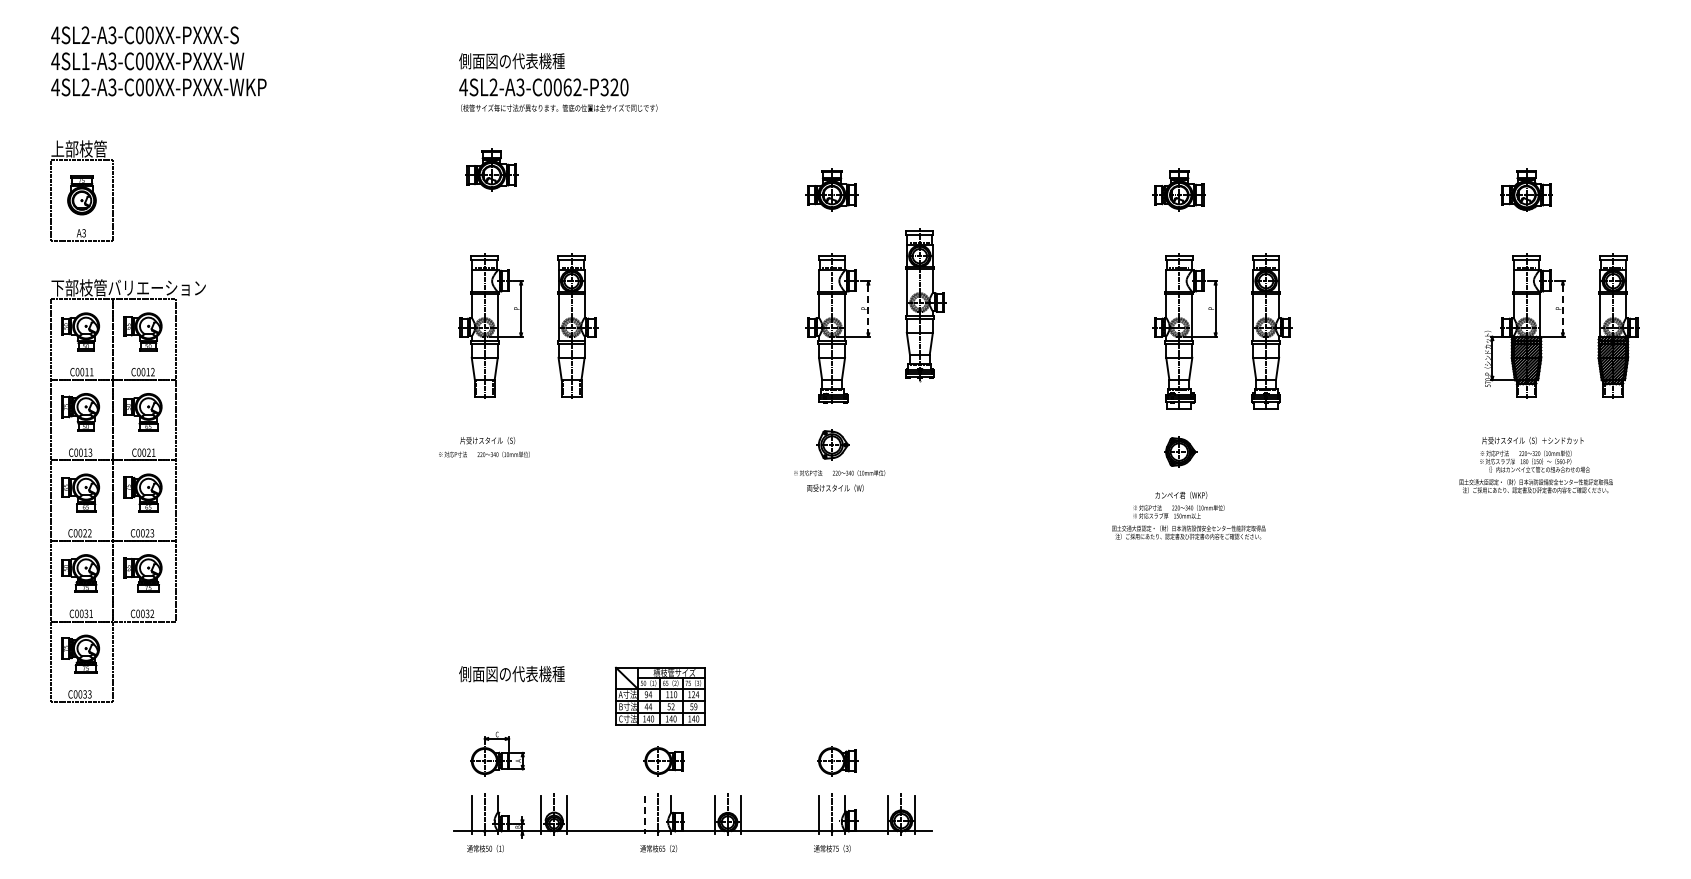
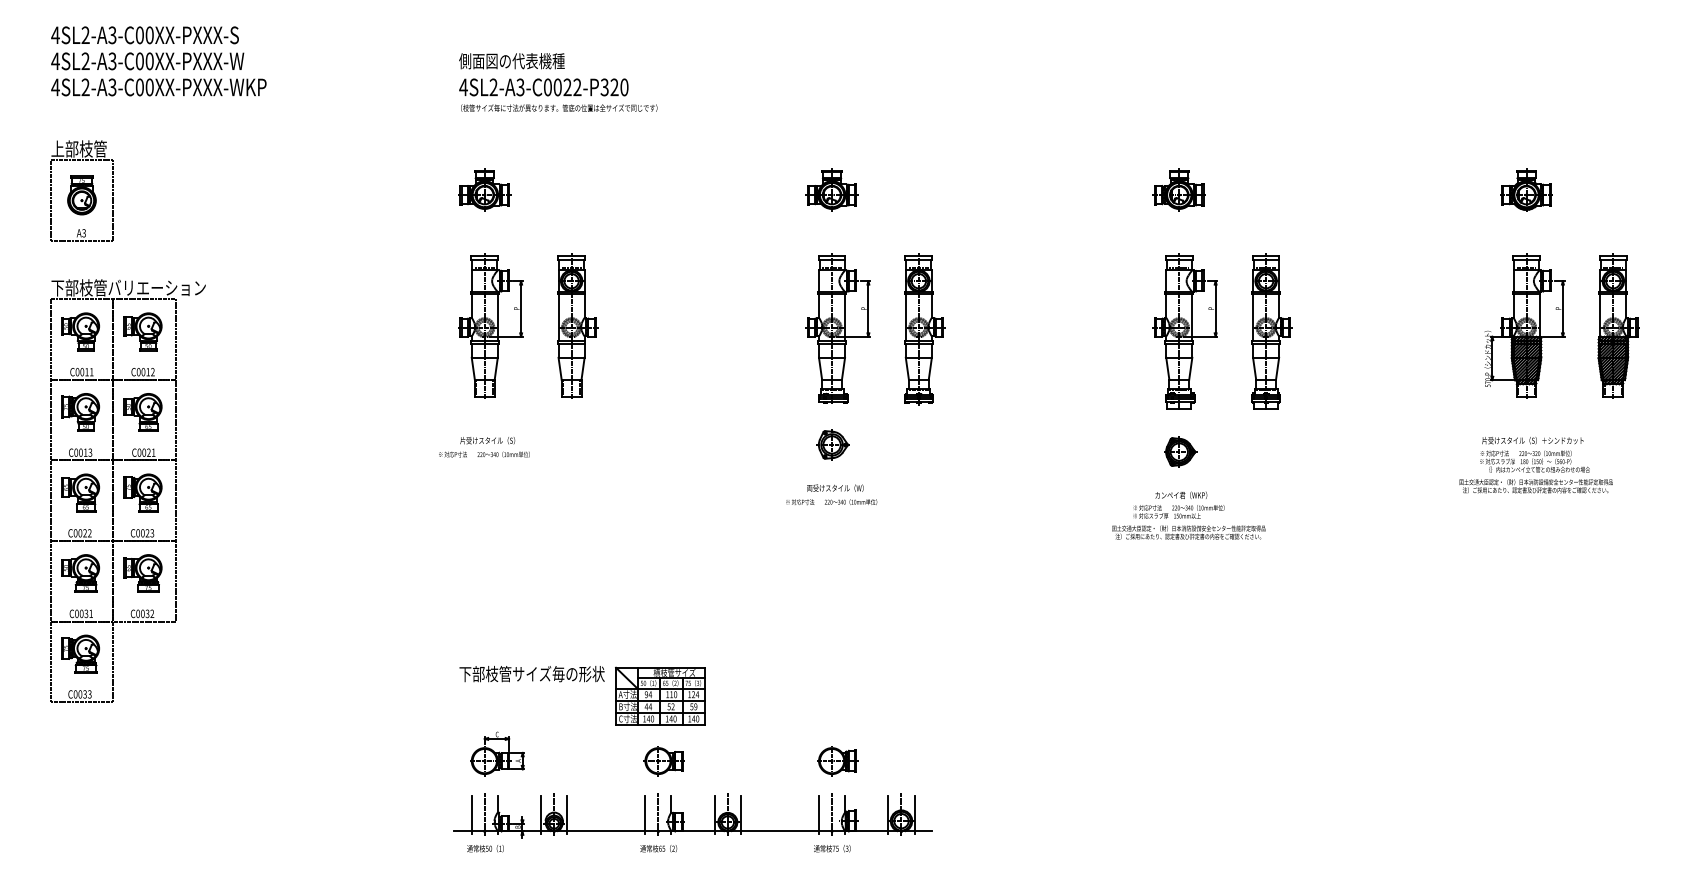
text at (85, 60): 4SL1-A3-C00XX-PXXX-W -> 4SL2-A3-C00XX-PXXX-W
text at (567, 87): 4SL2-A3-C0062-P320 -> 4SL2-A3-C0022-P320
part at (491, 169) position: (491, 169) -> (484, 189)
part at (925, 304) position: (925, 304) -> (924, 329)
line at (868, 309): dashed -> solid
line at (1562, 309): dashed -> solid
text at (839, 473) position: (839, 473) -> (831, 502)
text at (531, 673): 側面図の代表機種 -> 下部枝管サイズ毎の形状
line at (645, 815): dashed -> solid
